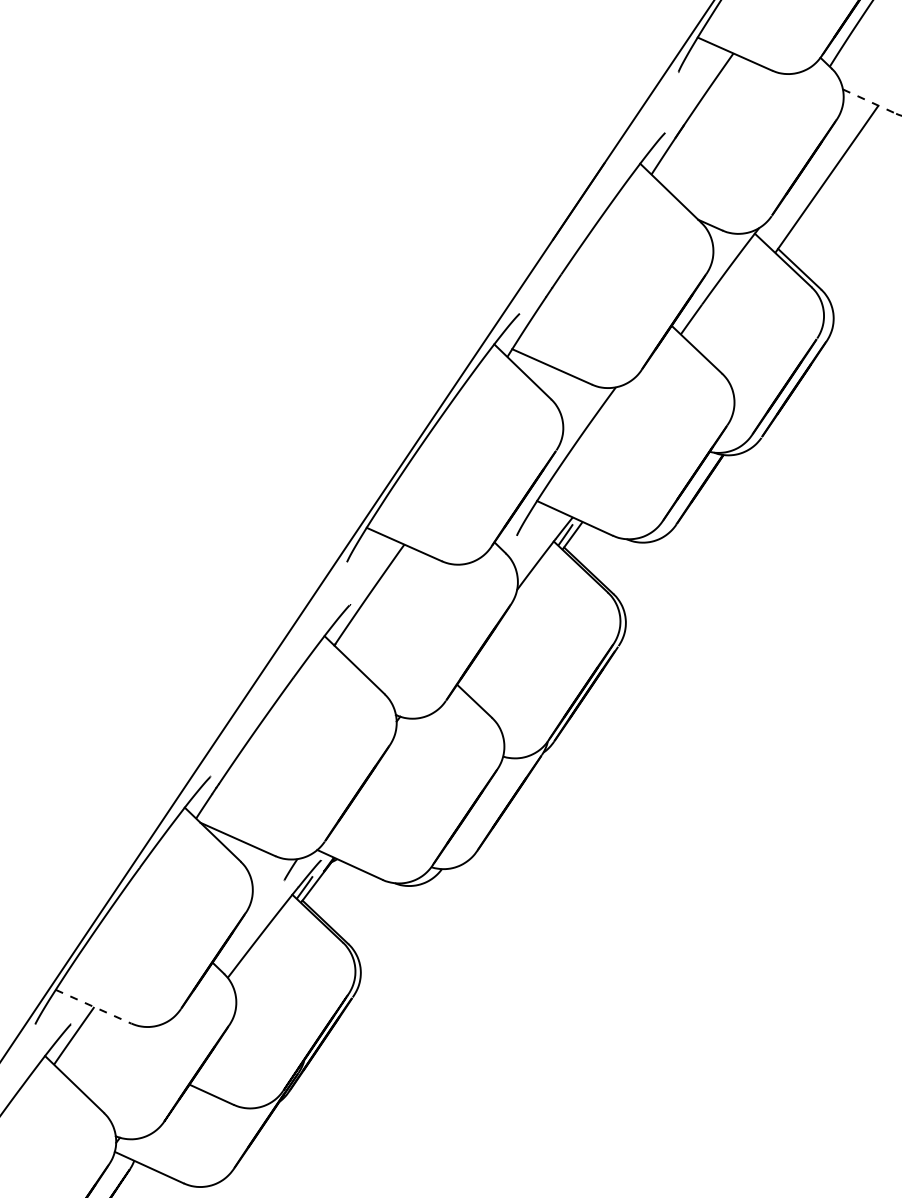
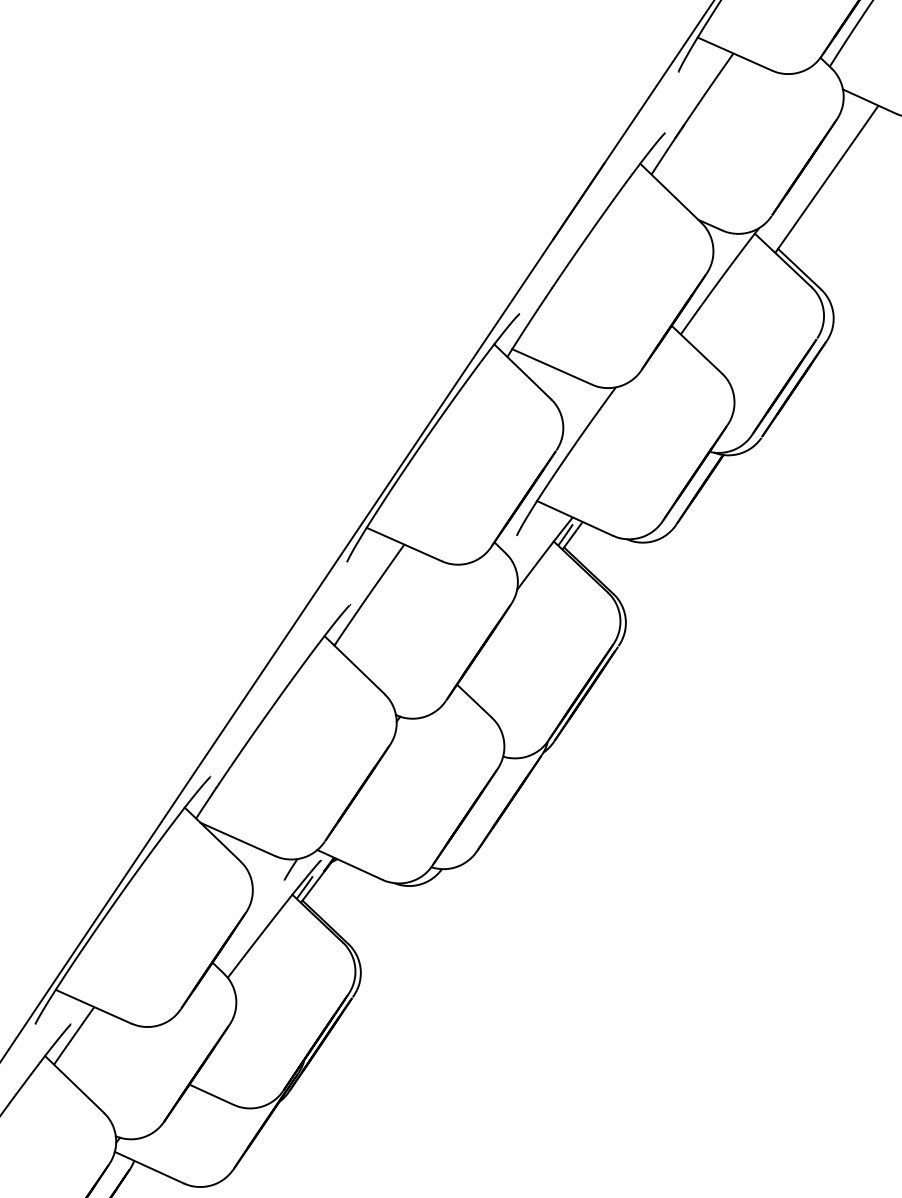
line at (870, 101): dashed -> solid
line at (93, 1006): dashed -> solid
